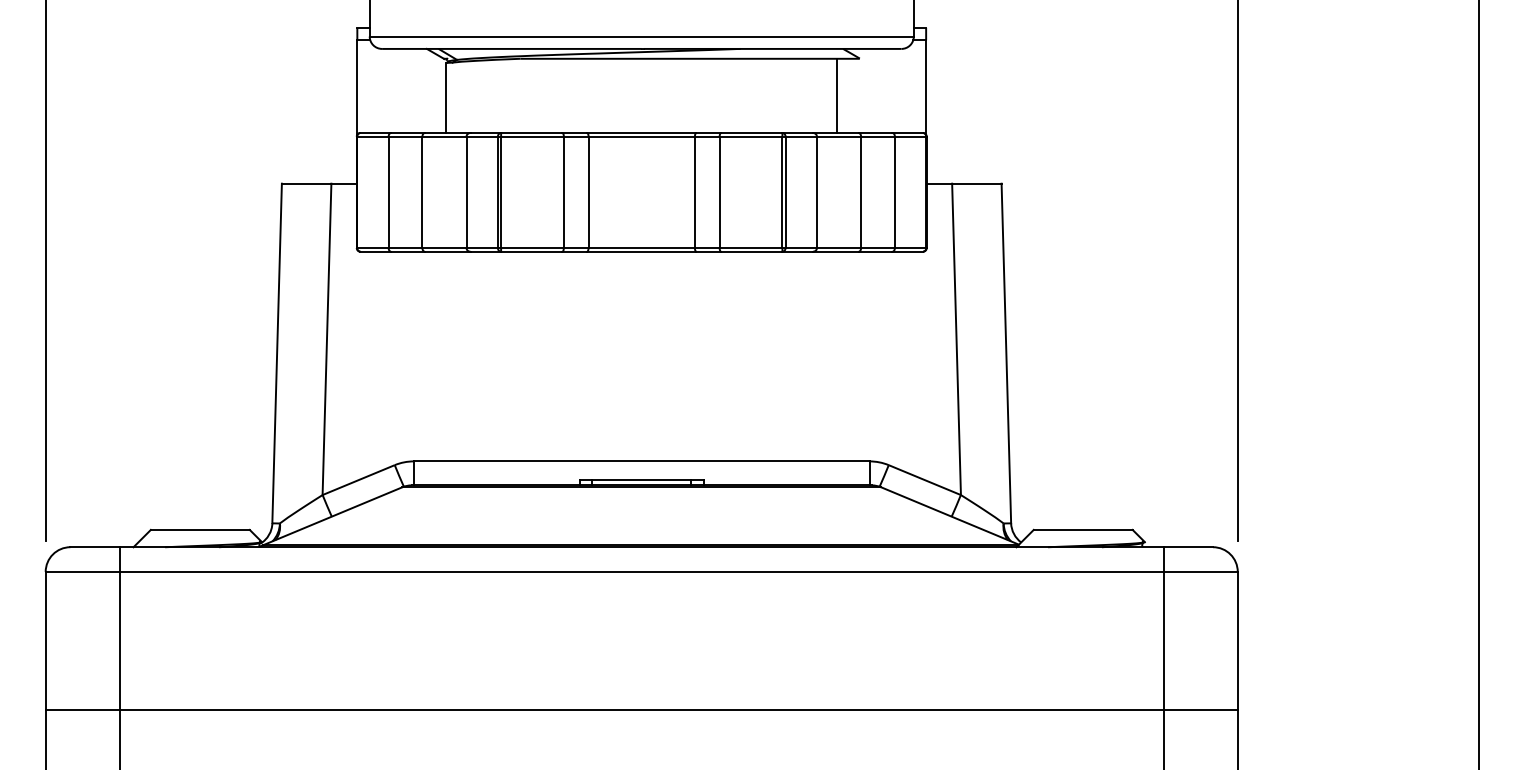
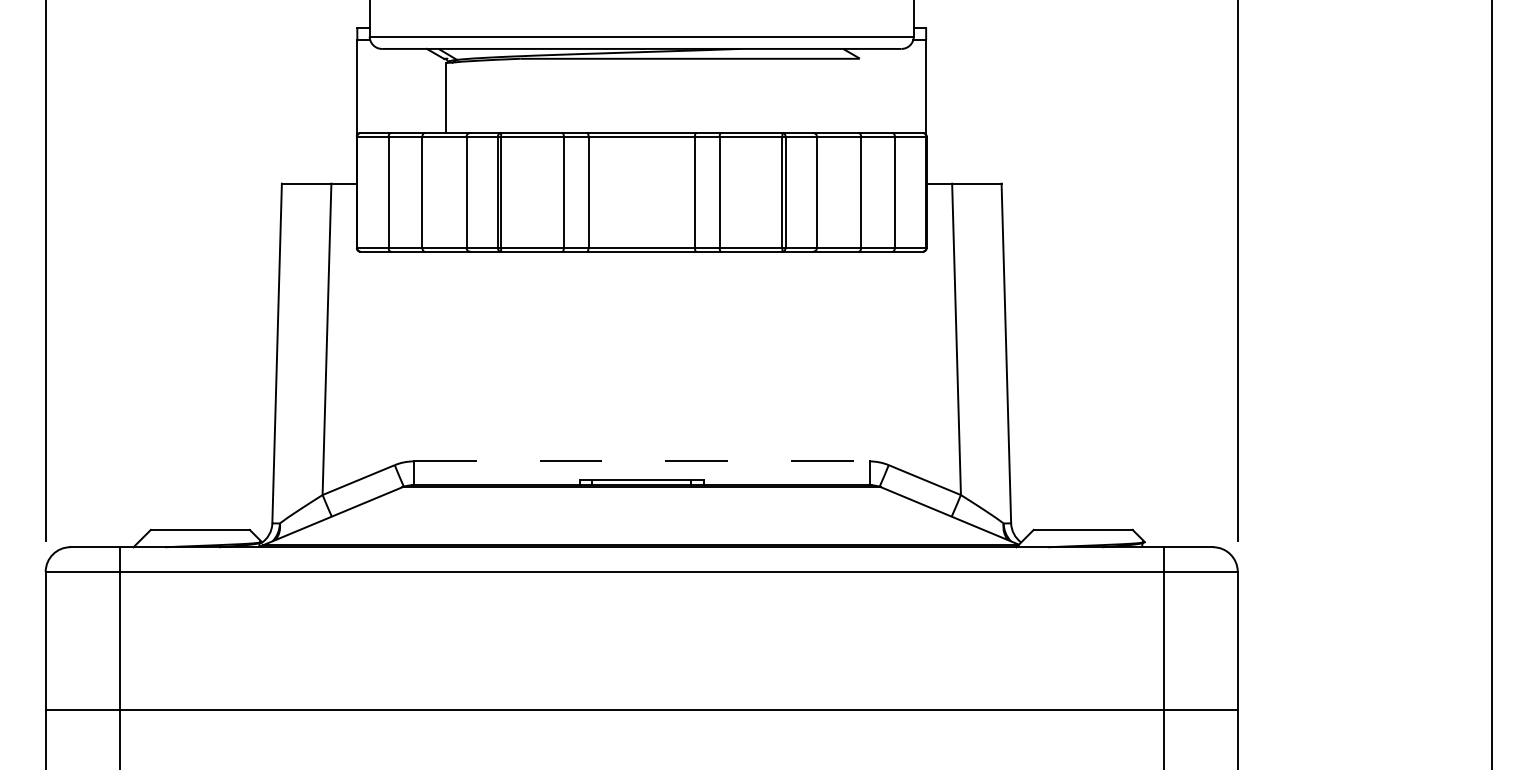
line at (837, 95): present -> none
line at (1479, 384) position: (1479, 384) -> (1492, 384)
line at (641, 461): solid -> dashed
